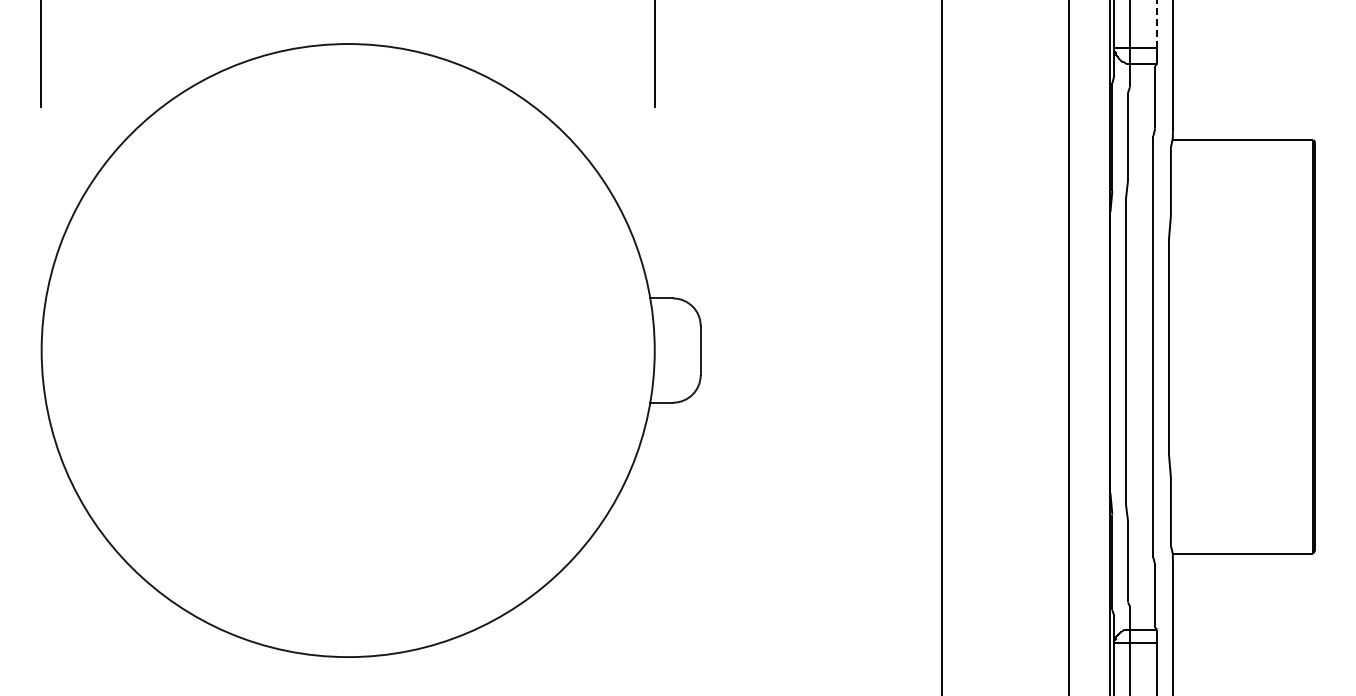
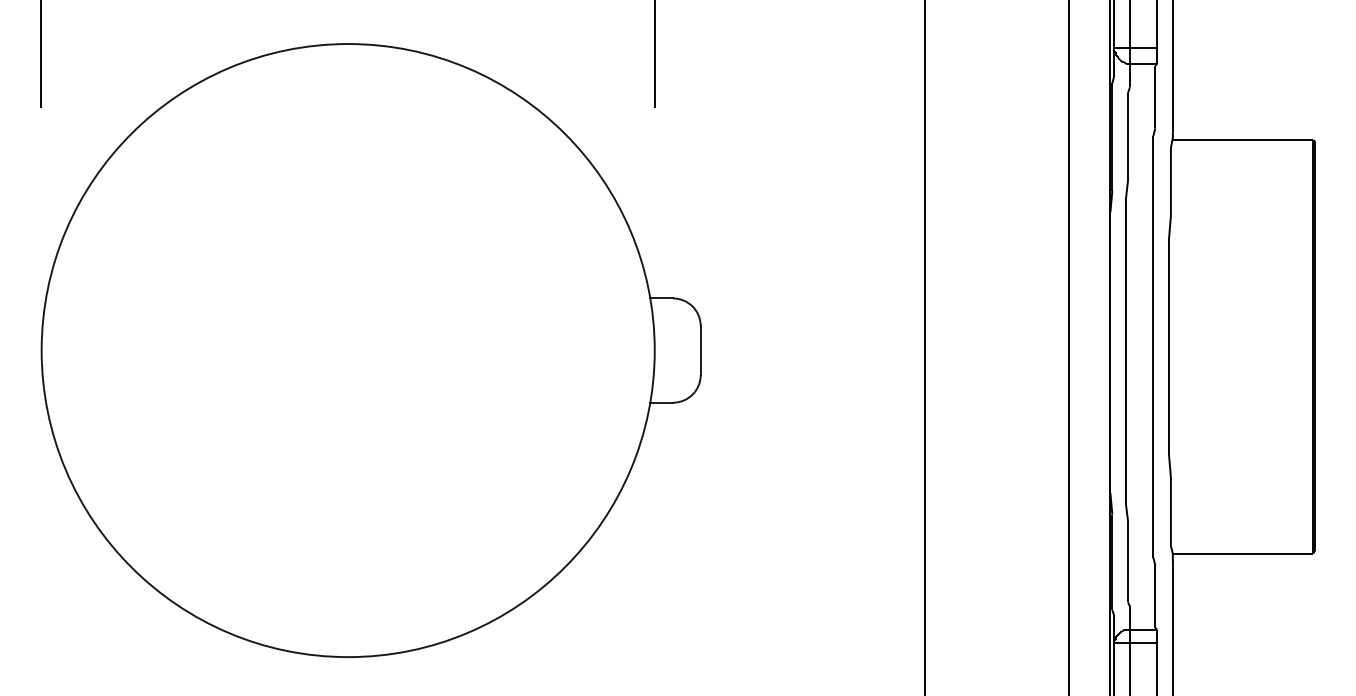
line at (1157, 24): dashed -> solid
line at (942, 347) position: (942, 347) -> (925, 347)
